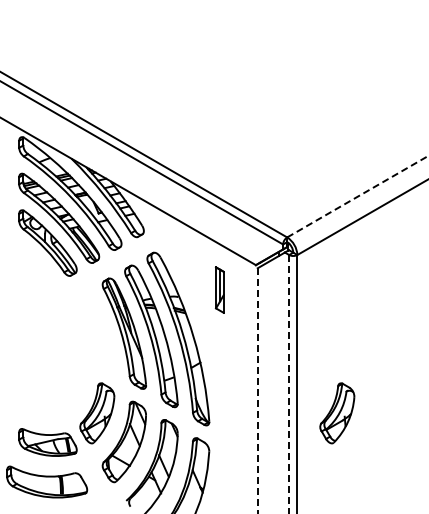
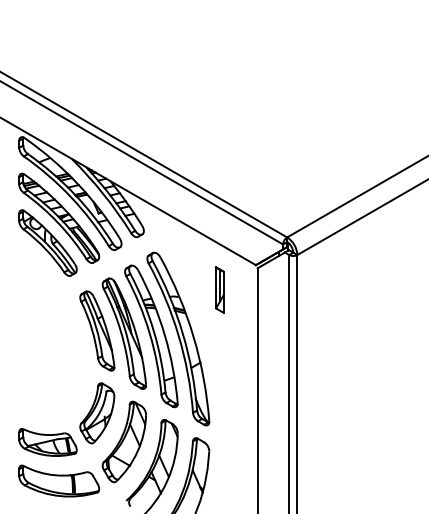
line at (358, 196): dashed -> solid
part at (97, 330): none -> present
line at (289, 384): dashed -> solid
line at (257, 390): dashed -> solid
part at (337, 413): present -> none
part at (47, 481) position: (47, 481) -> (59, 480)
